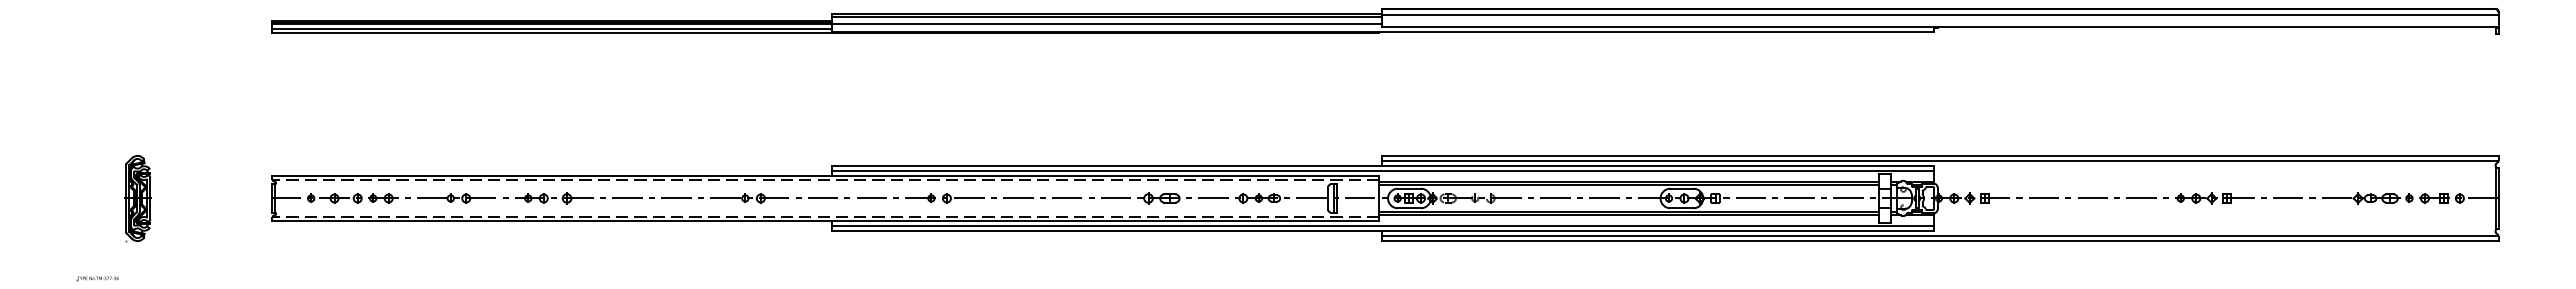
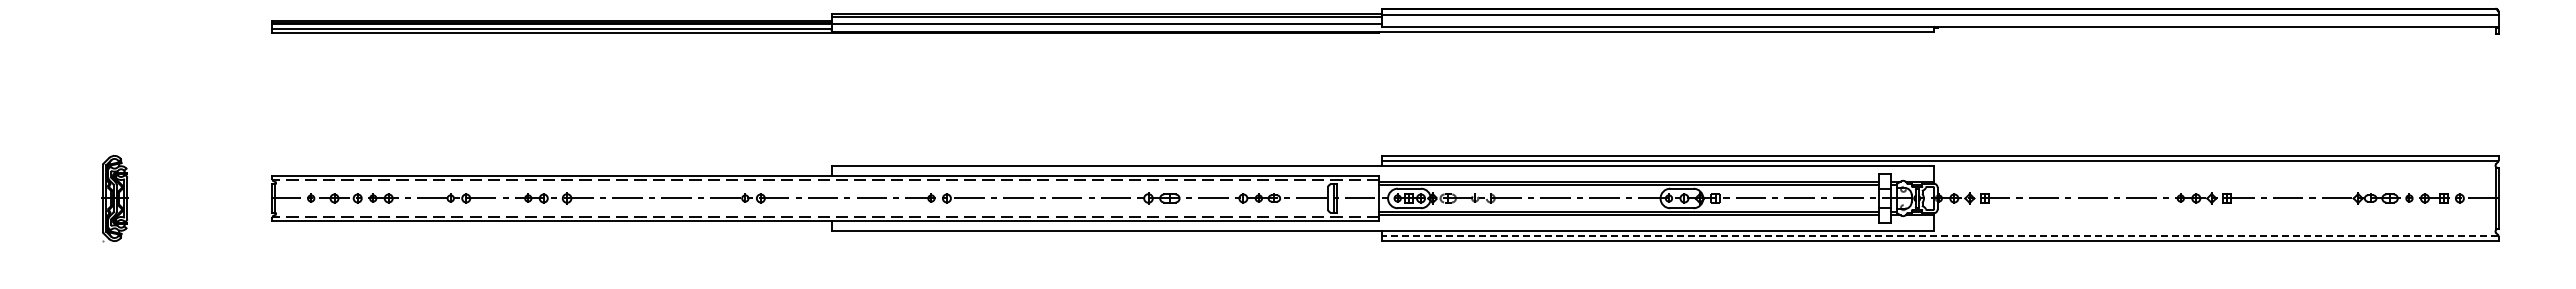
line at (1382, 170): present -> none
part at (137, 198) position: (137, 198) -> (114, 198)
line at (1382, 226): present -> none
line at (1939, 235): solid -> dashed
part at (97, 278): present -> none
